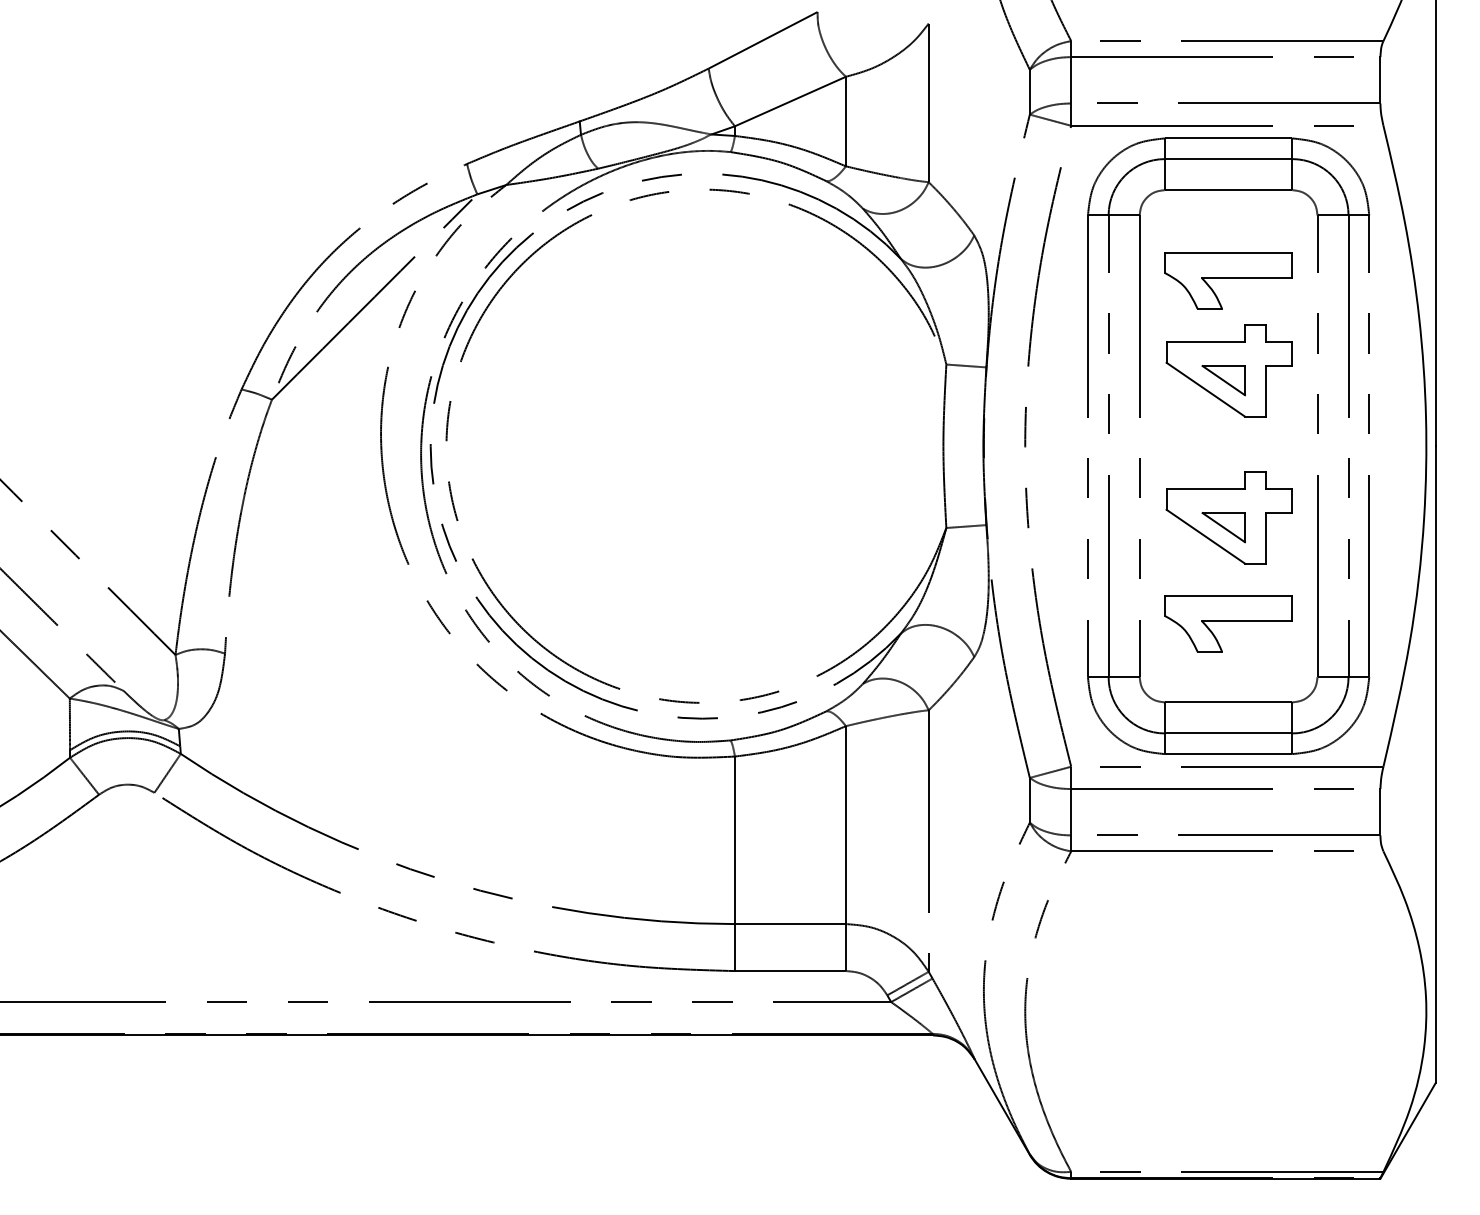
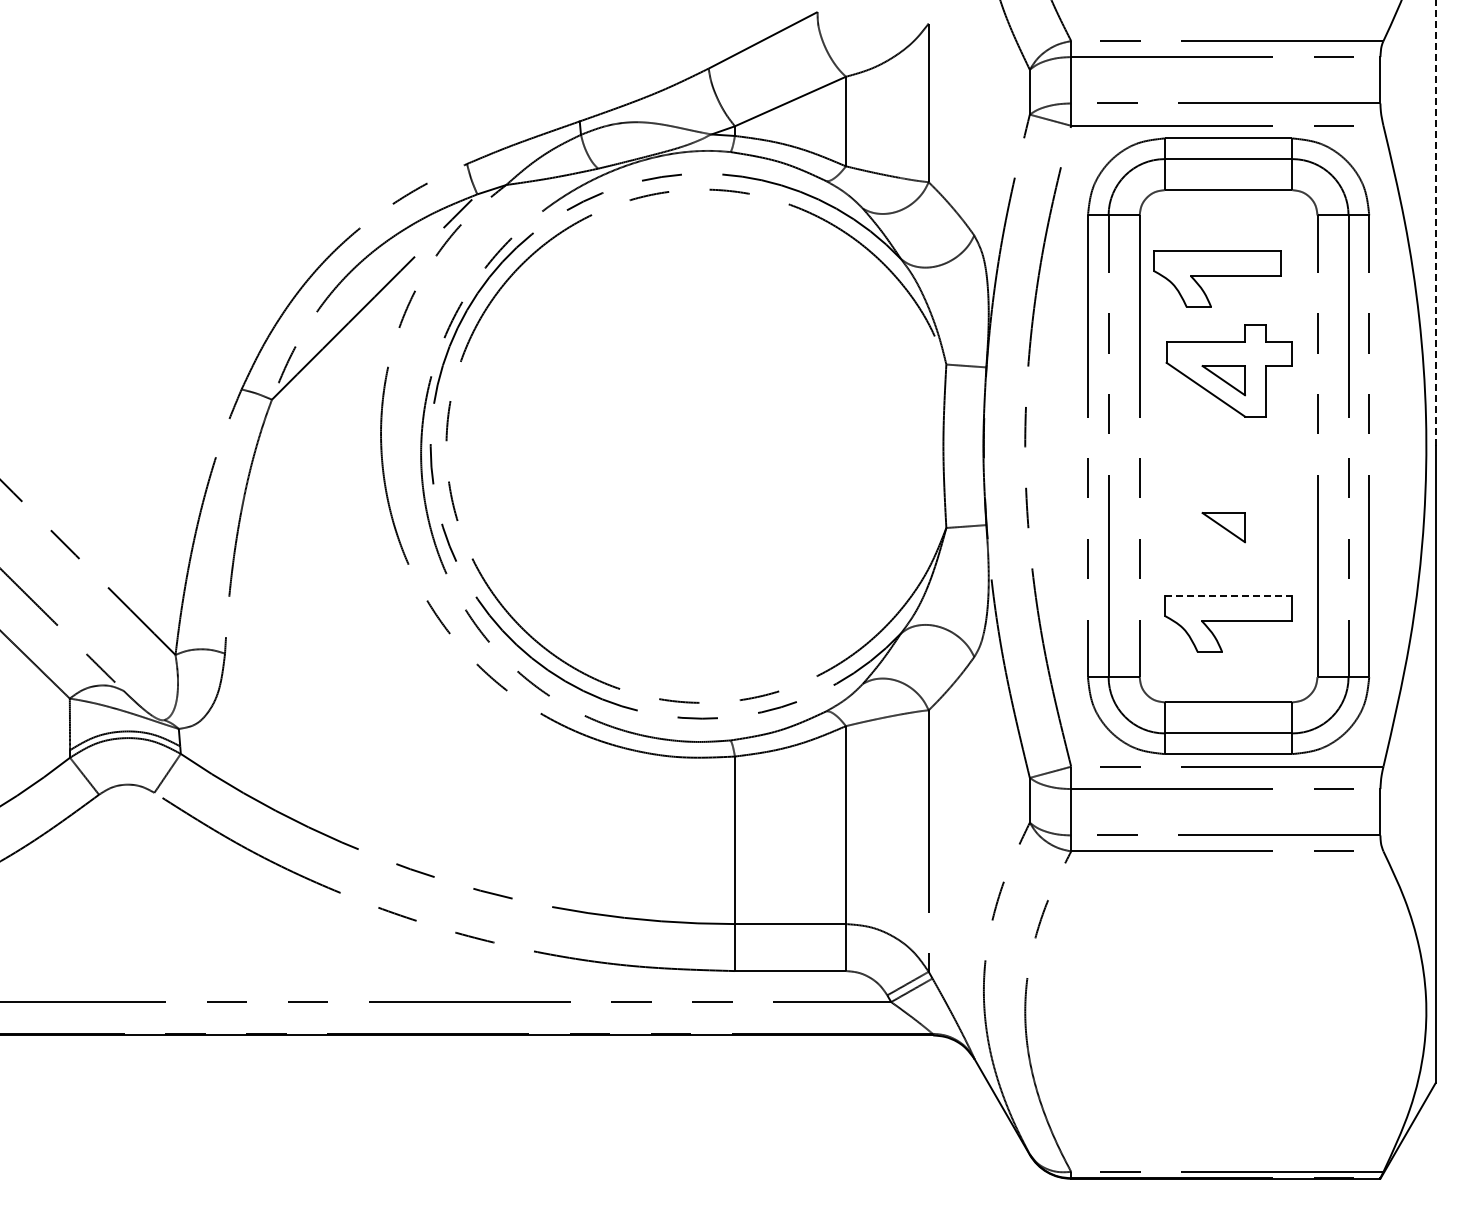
line at (1435, 223): solid -> dashed
part at (1228, 280) position: (1228, 280) -> (1217, 278)
part at (1228, 517): present -> none
line at (1228, 596): solid -> dashed
